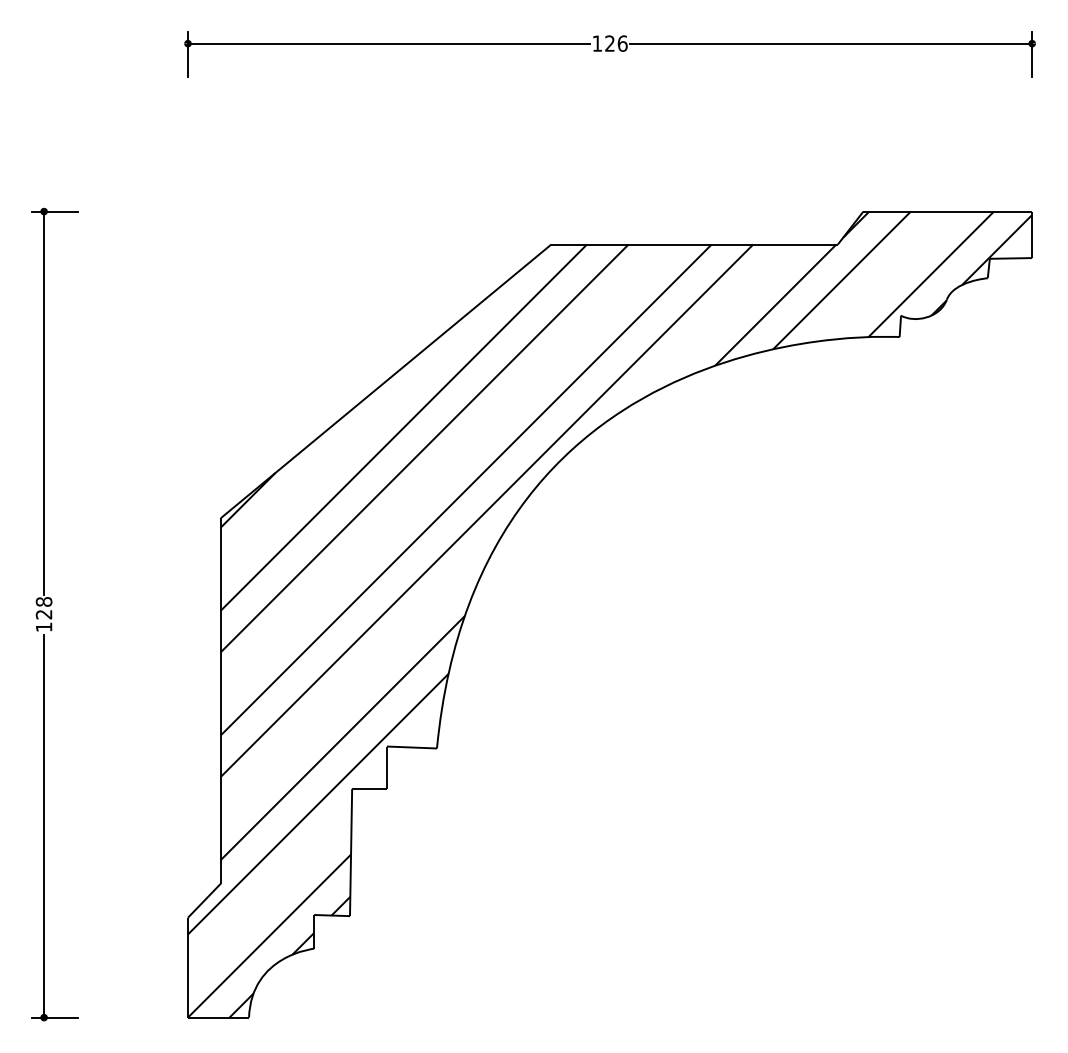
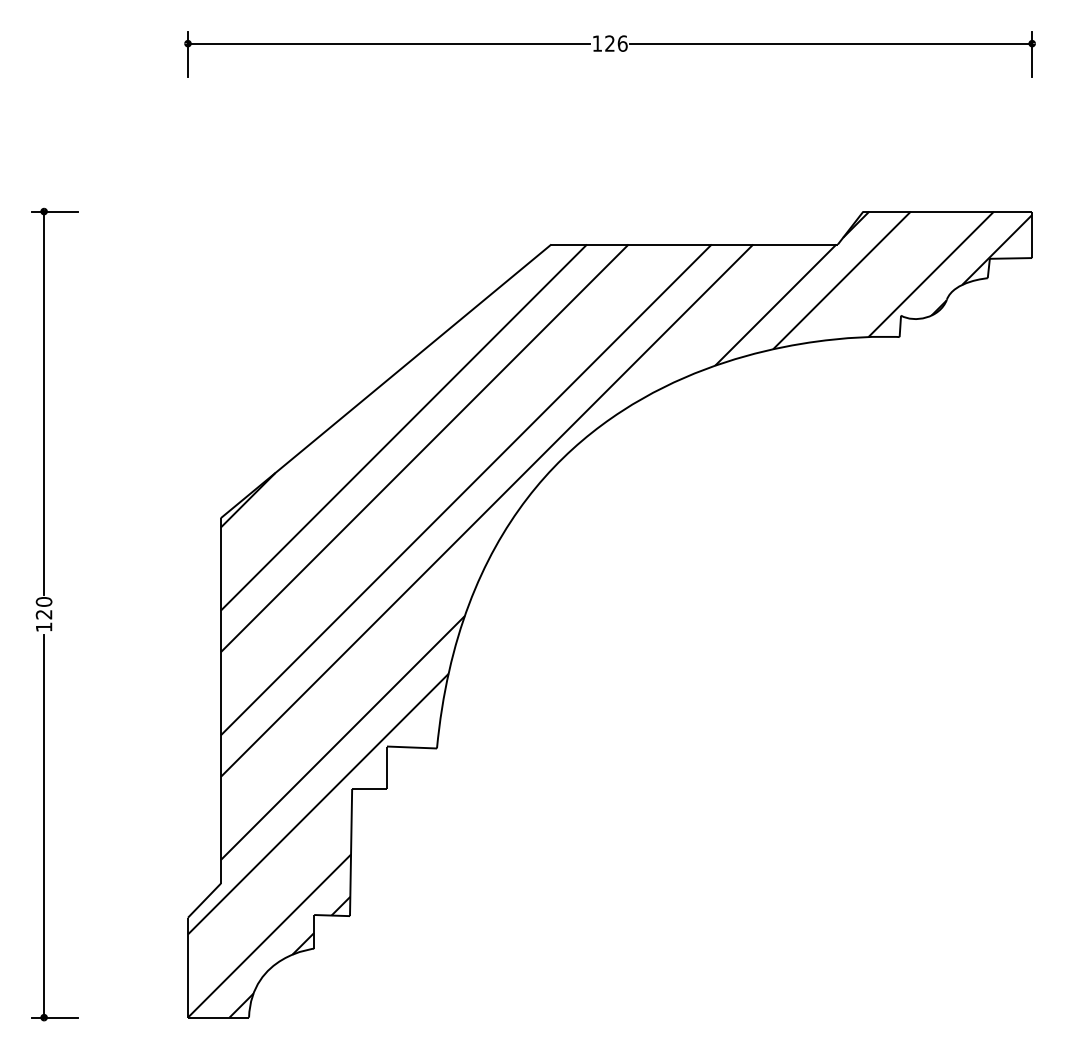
text at (44, 601): 128 -> 120
